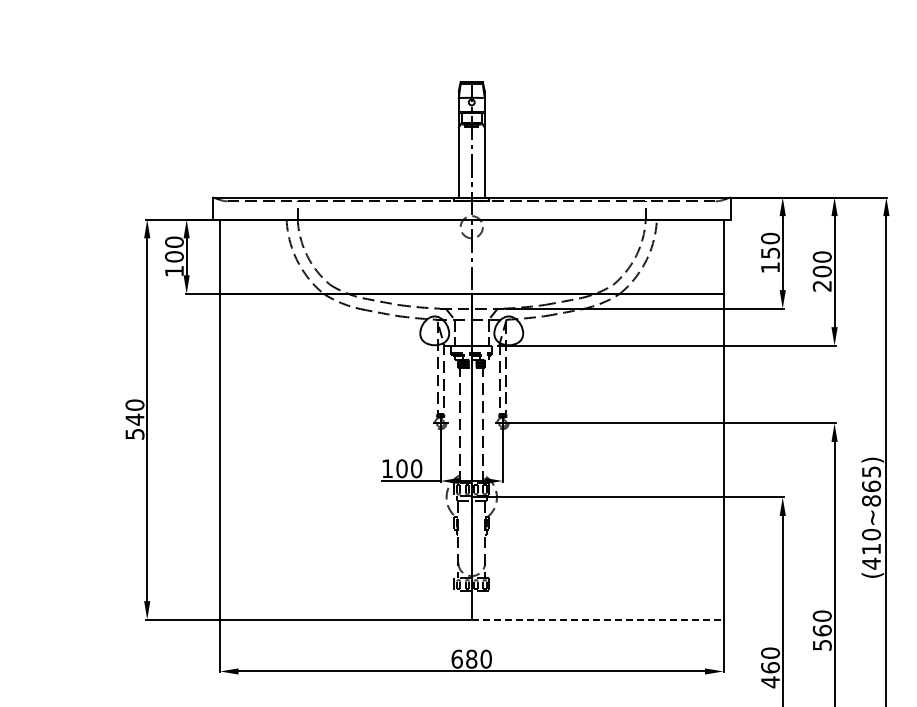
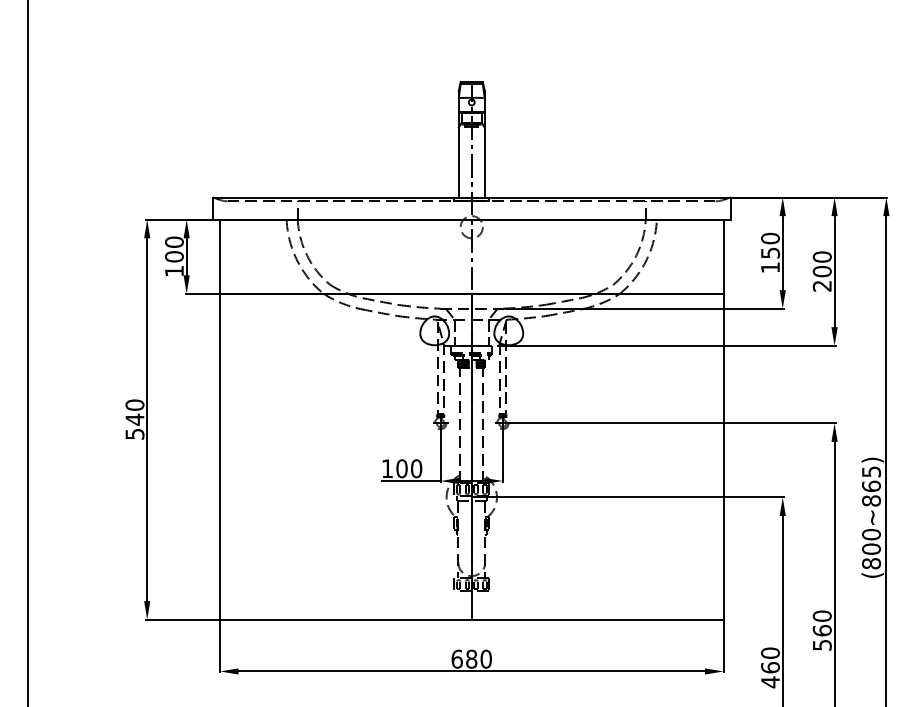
line at (27, 352): none -> present
text at (871, 556): (410~865) -> (800~865)
line at (597, 619): dashed -> solid
